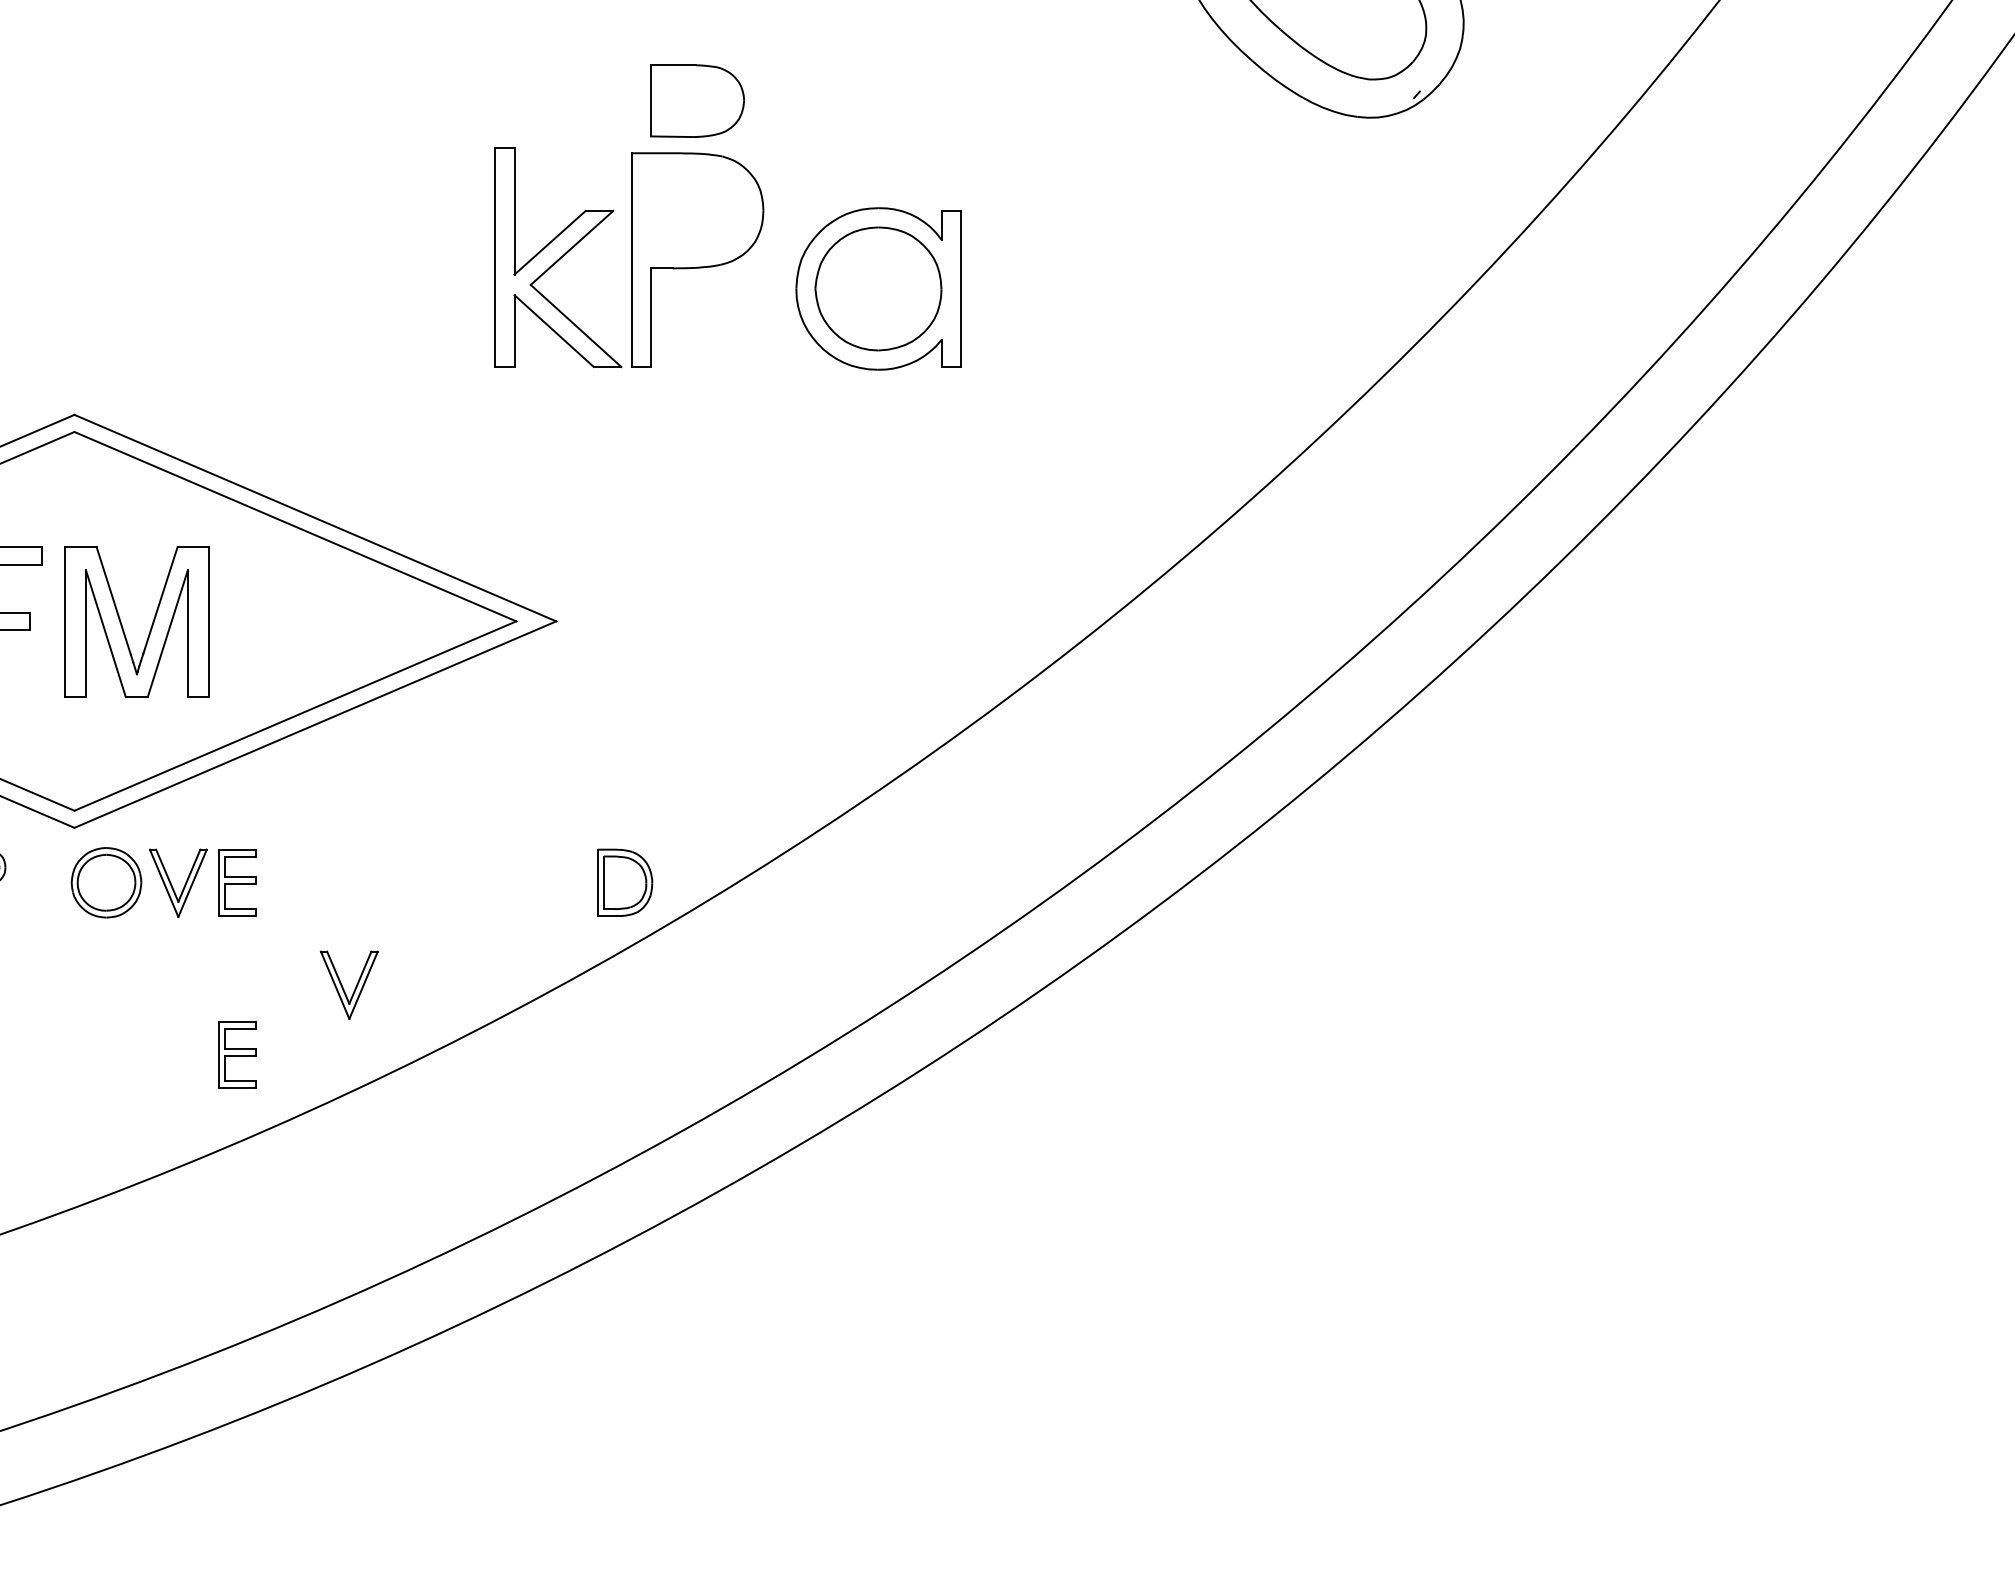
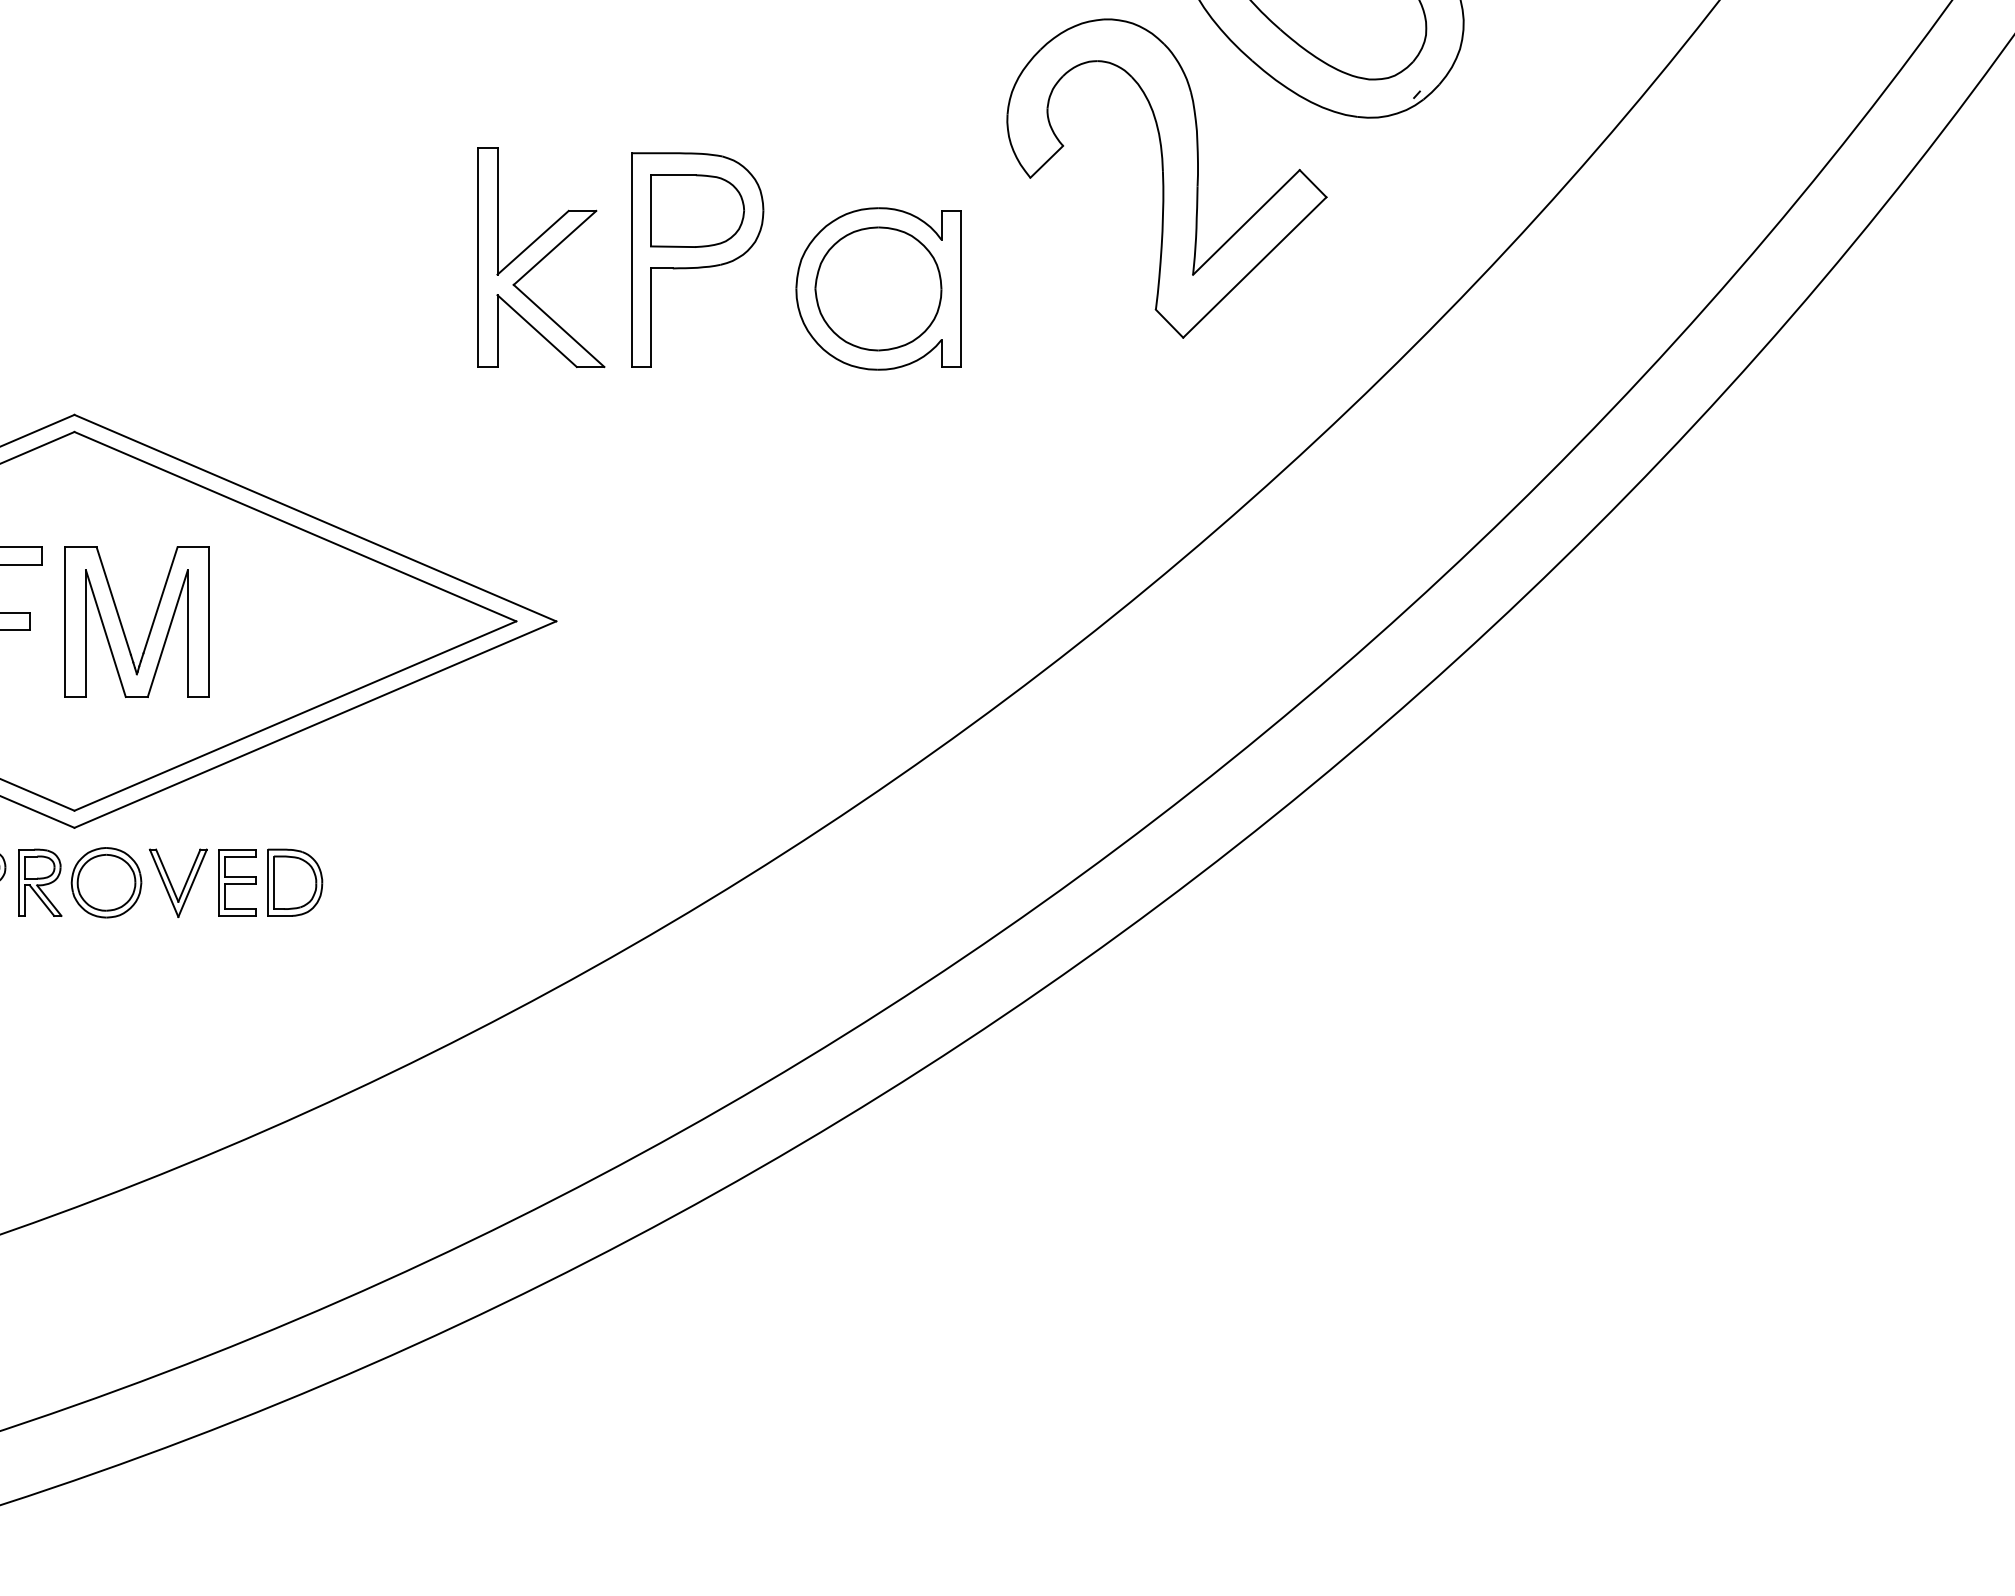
part at (697, 100) position: (697, 100) -> (697, 210)
part at (1166, 178): none -> present
part at (558, 257) position: (558, 257) -> (541, 257)
part at (40, 882): none -> present
part at (625, 882) position: (625, 882) -> (295, 882)
part at (348, 985): present -> none
part at (237, 1054): present -> none
